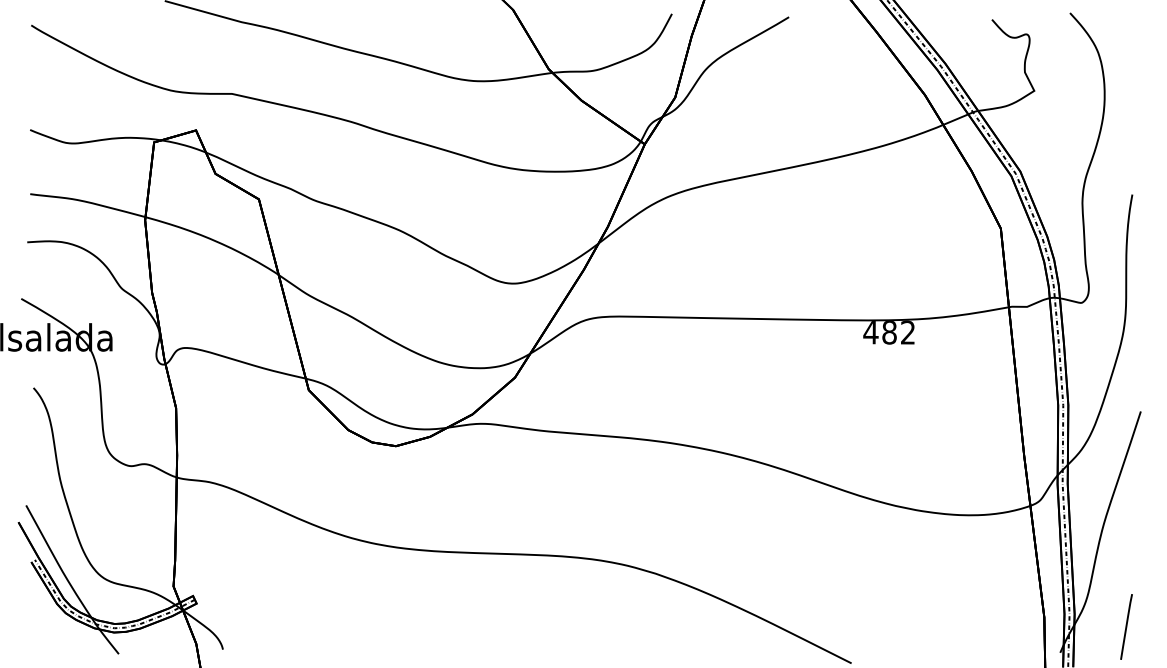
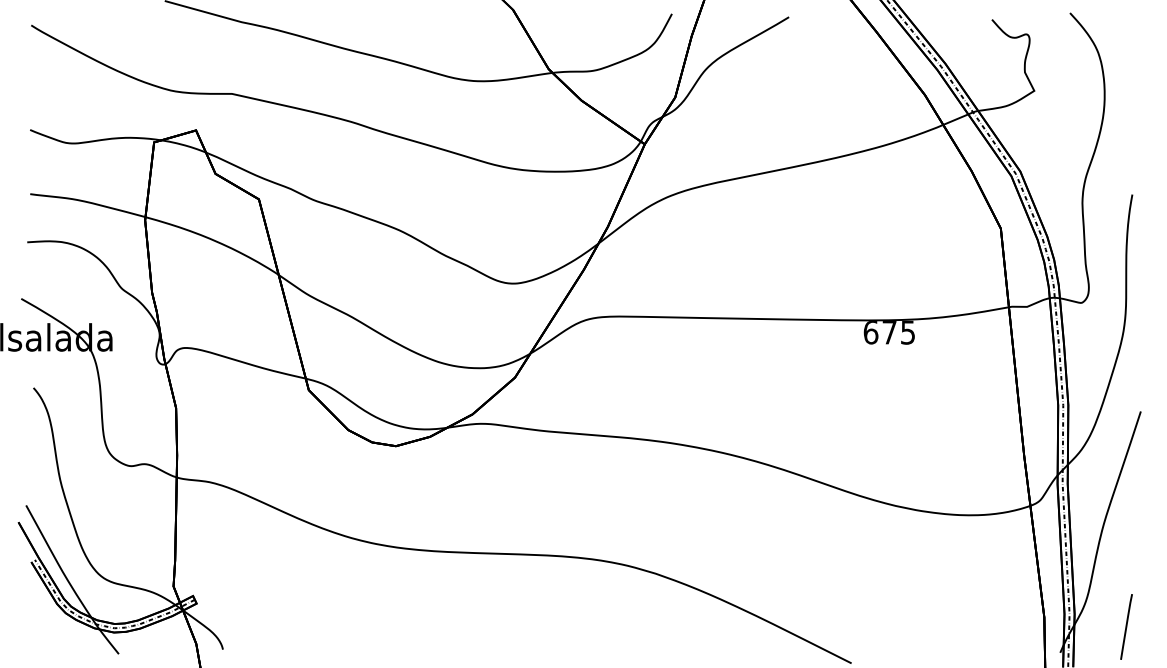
text at (888, 332): 482 -> 675
